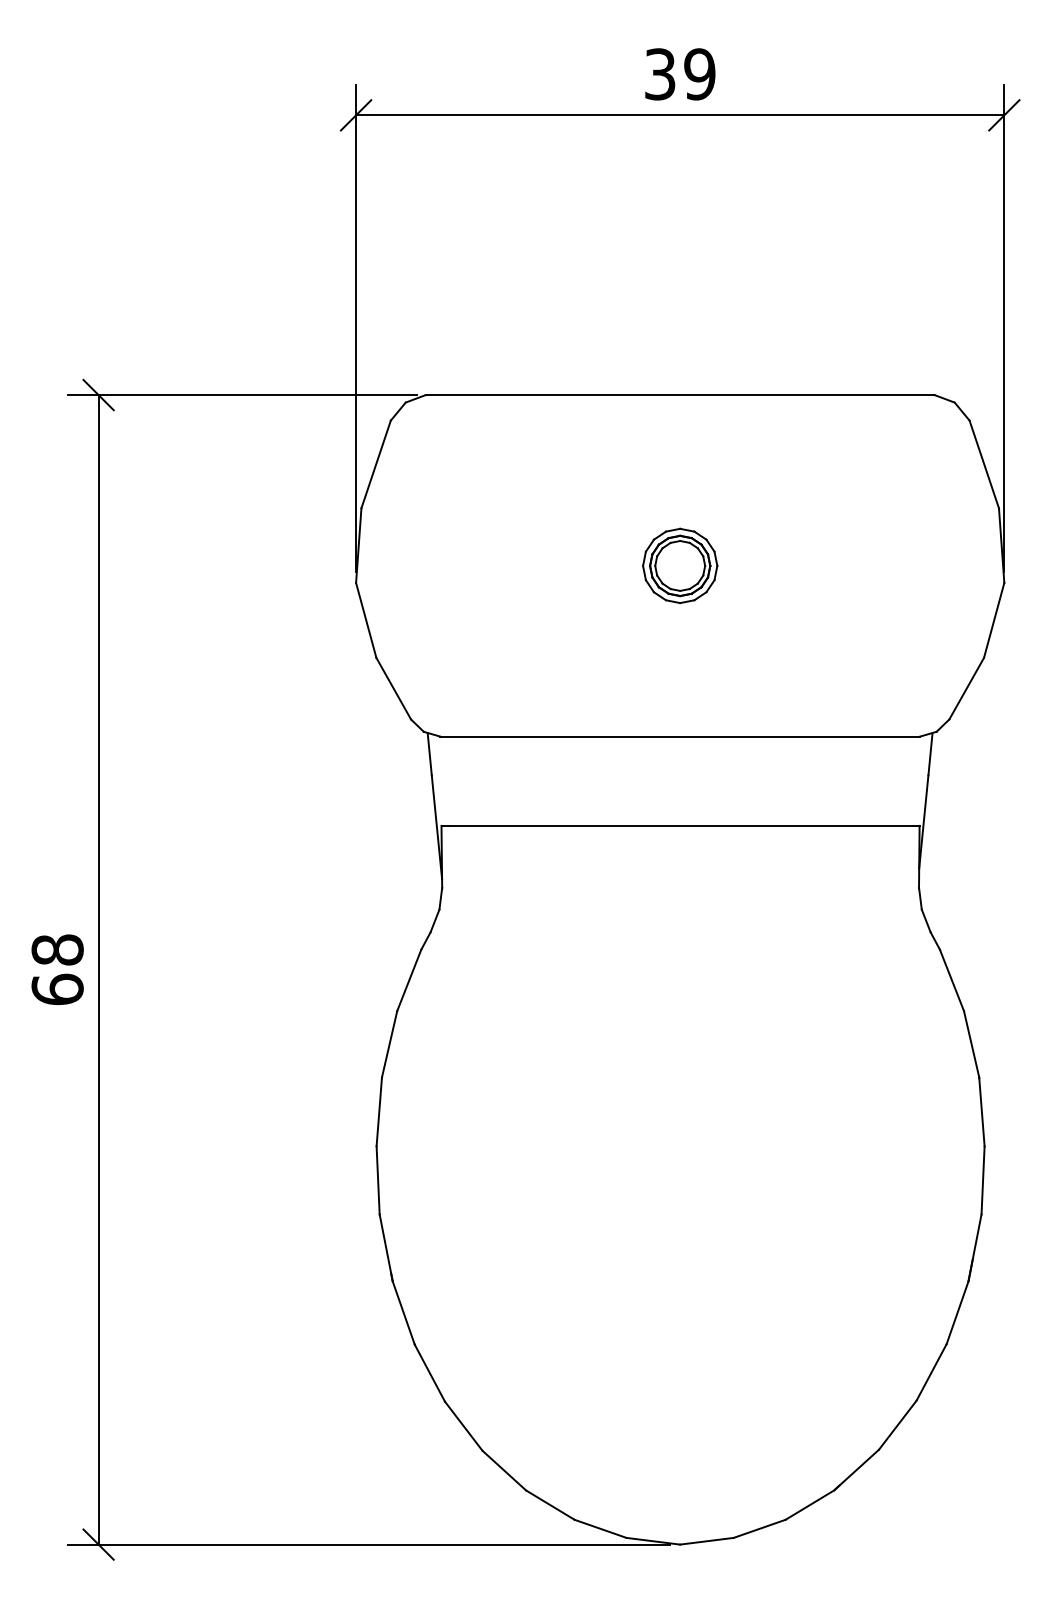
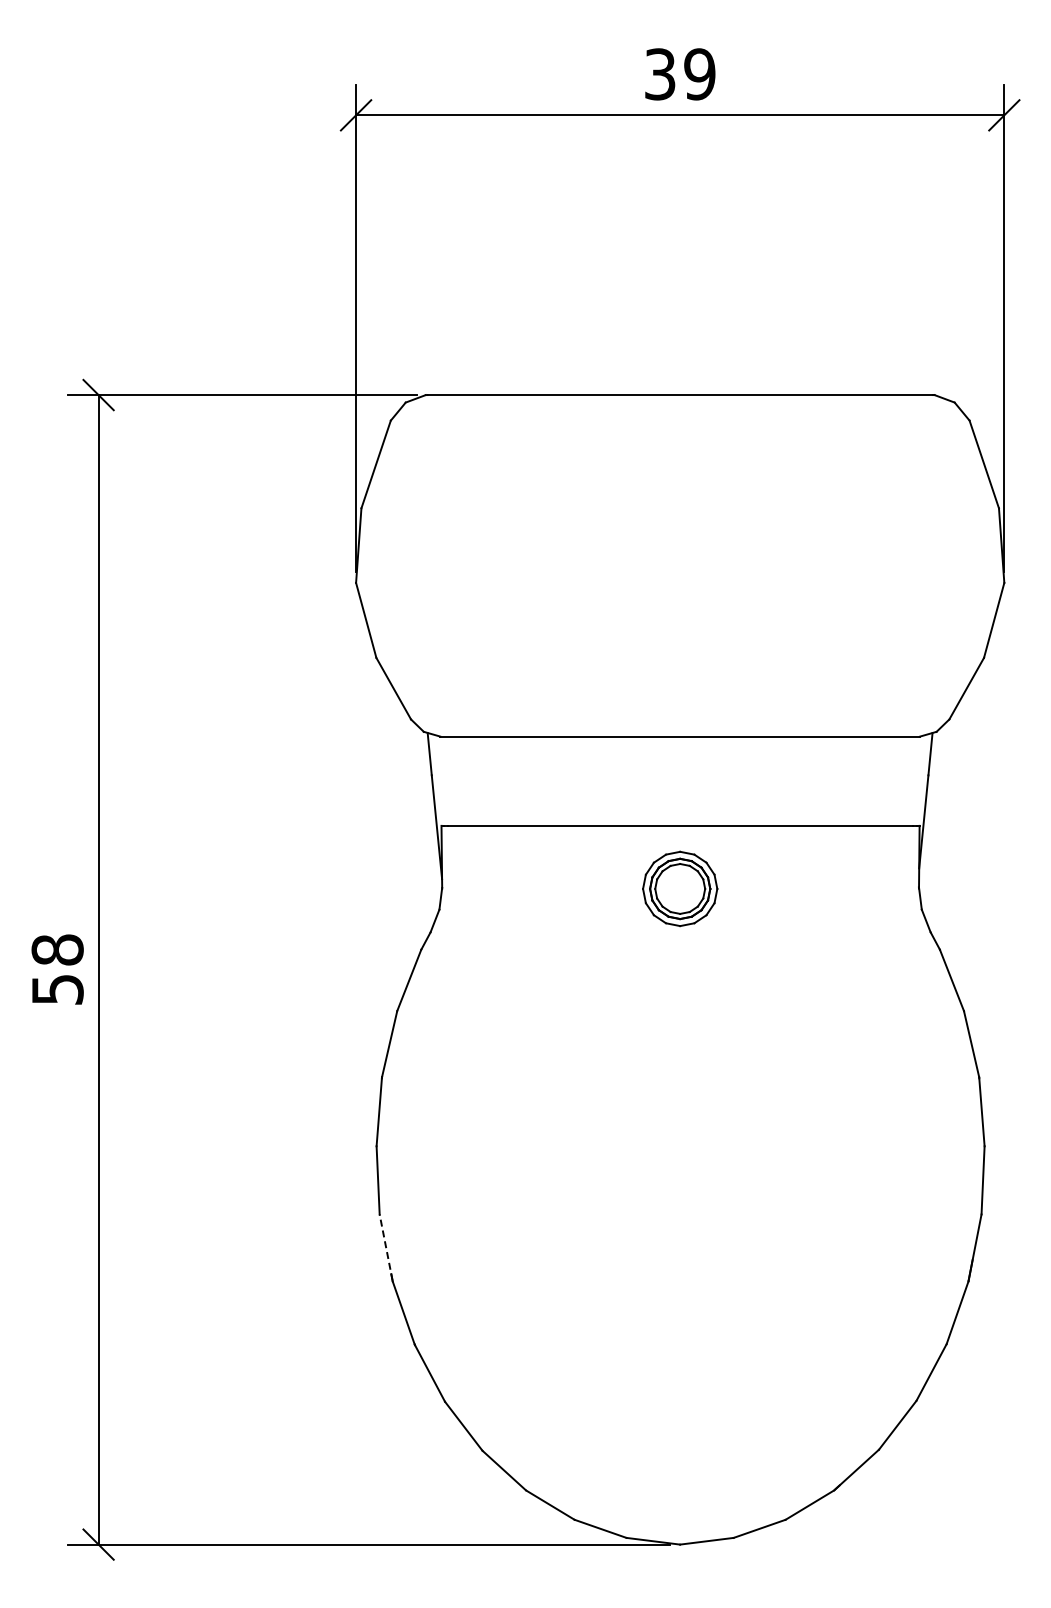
part at (680, 565) position: (680, 565) -> (680, 888)
text at (57, 989): 68 -> 58
line at (386, 1247): solid -> dashed
